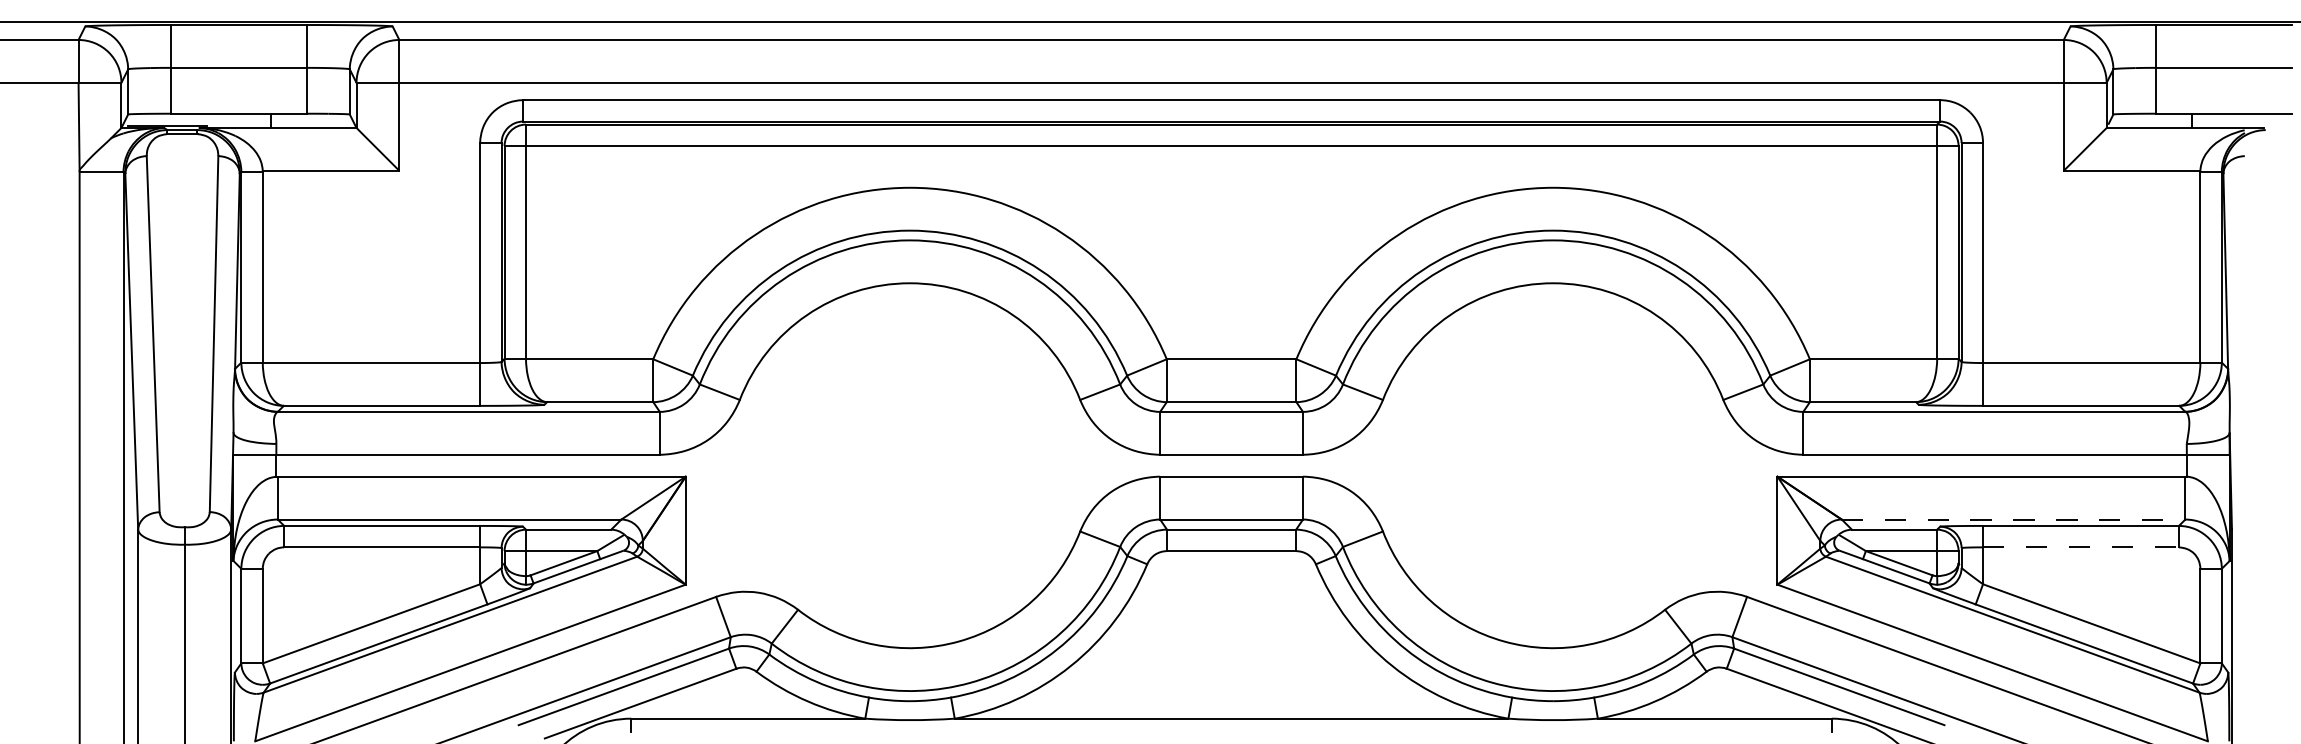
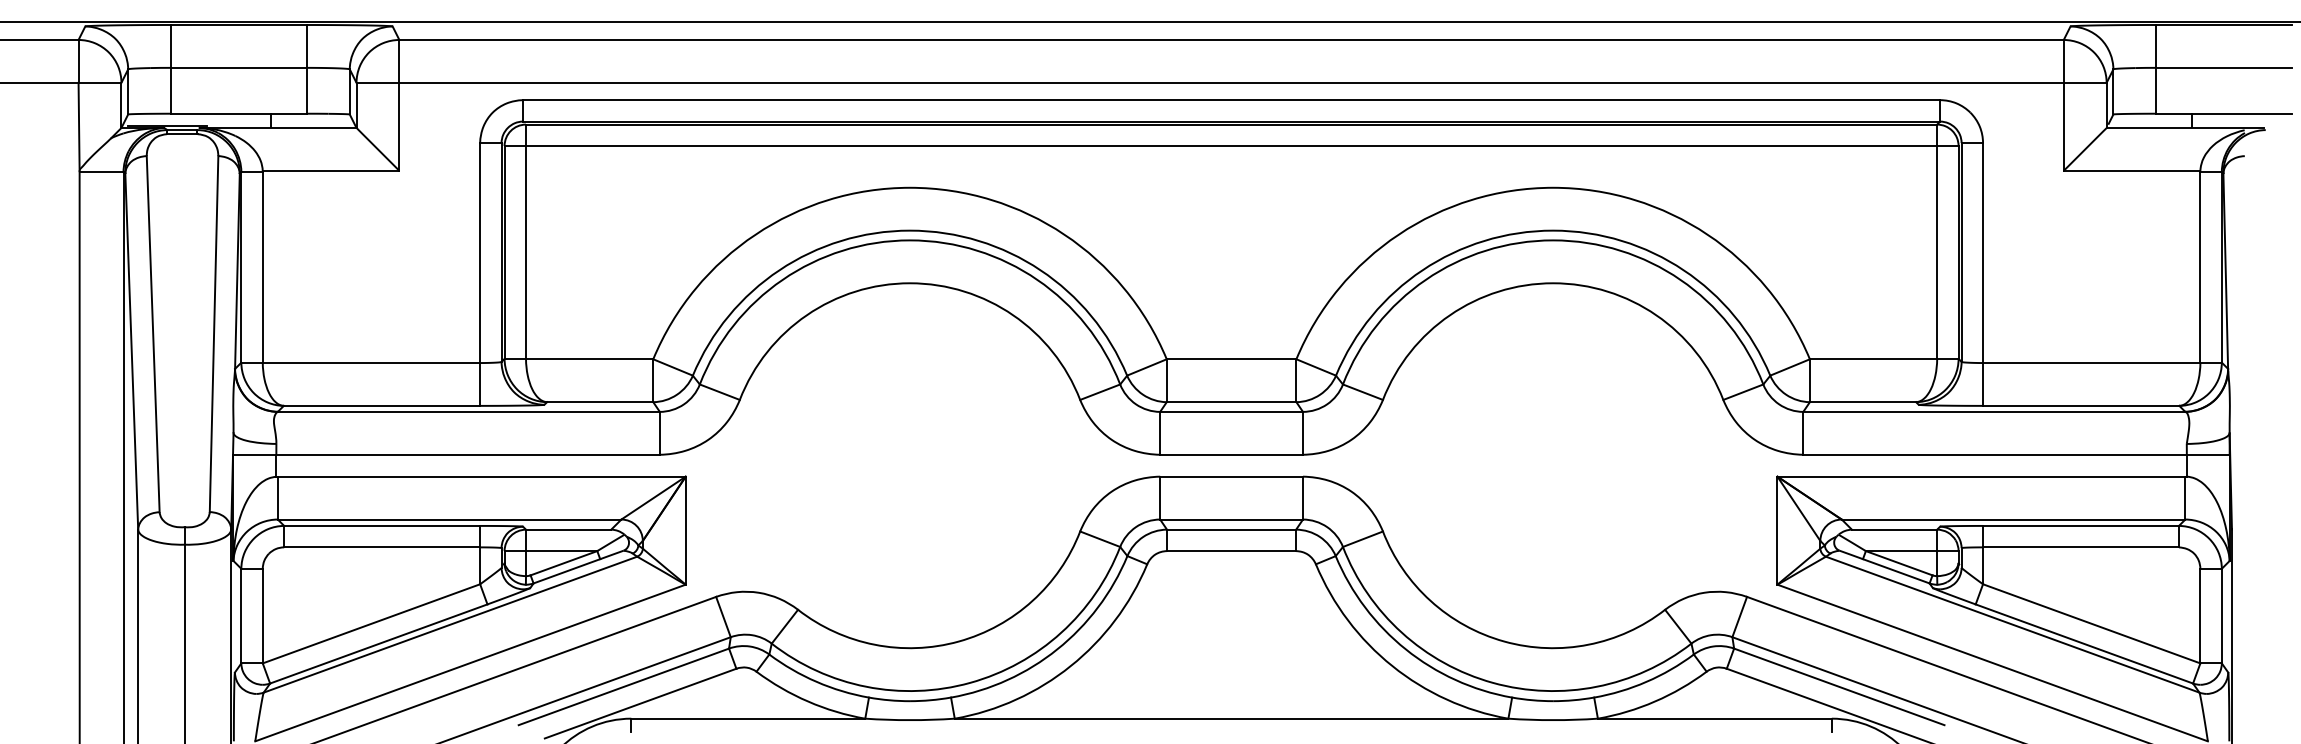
line at (2013, 519): dashed -> solid
line at (2081, 547): dashed -> solid
